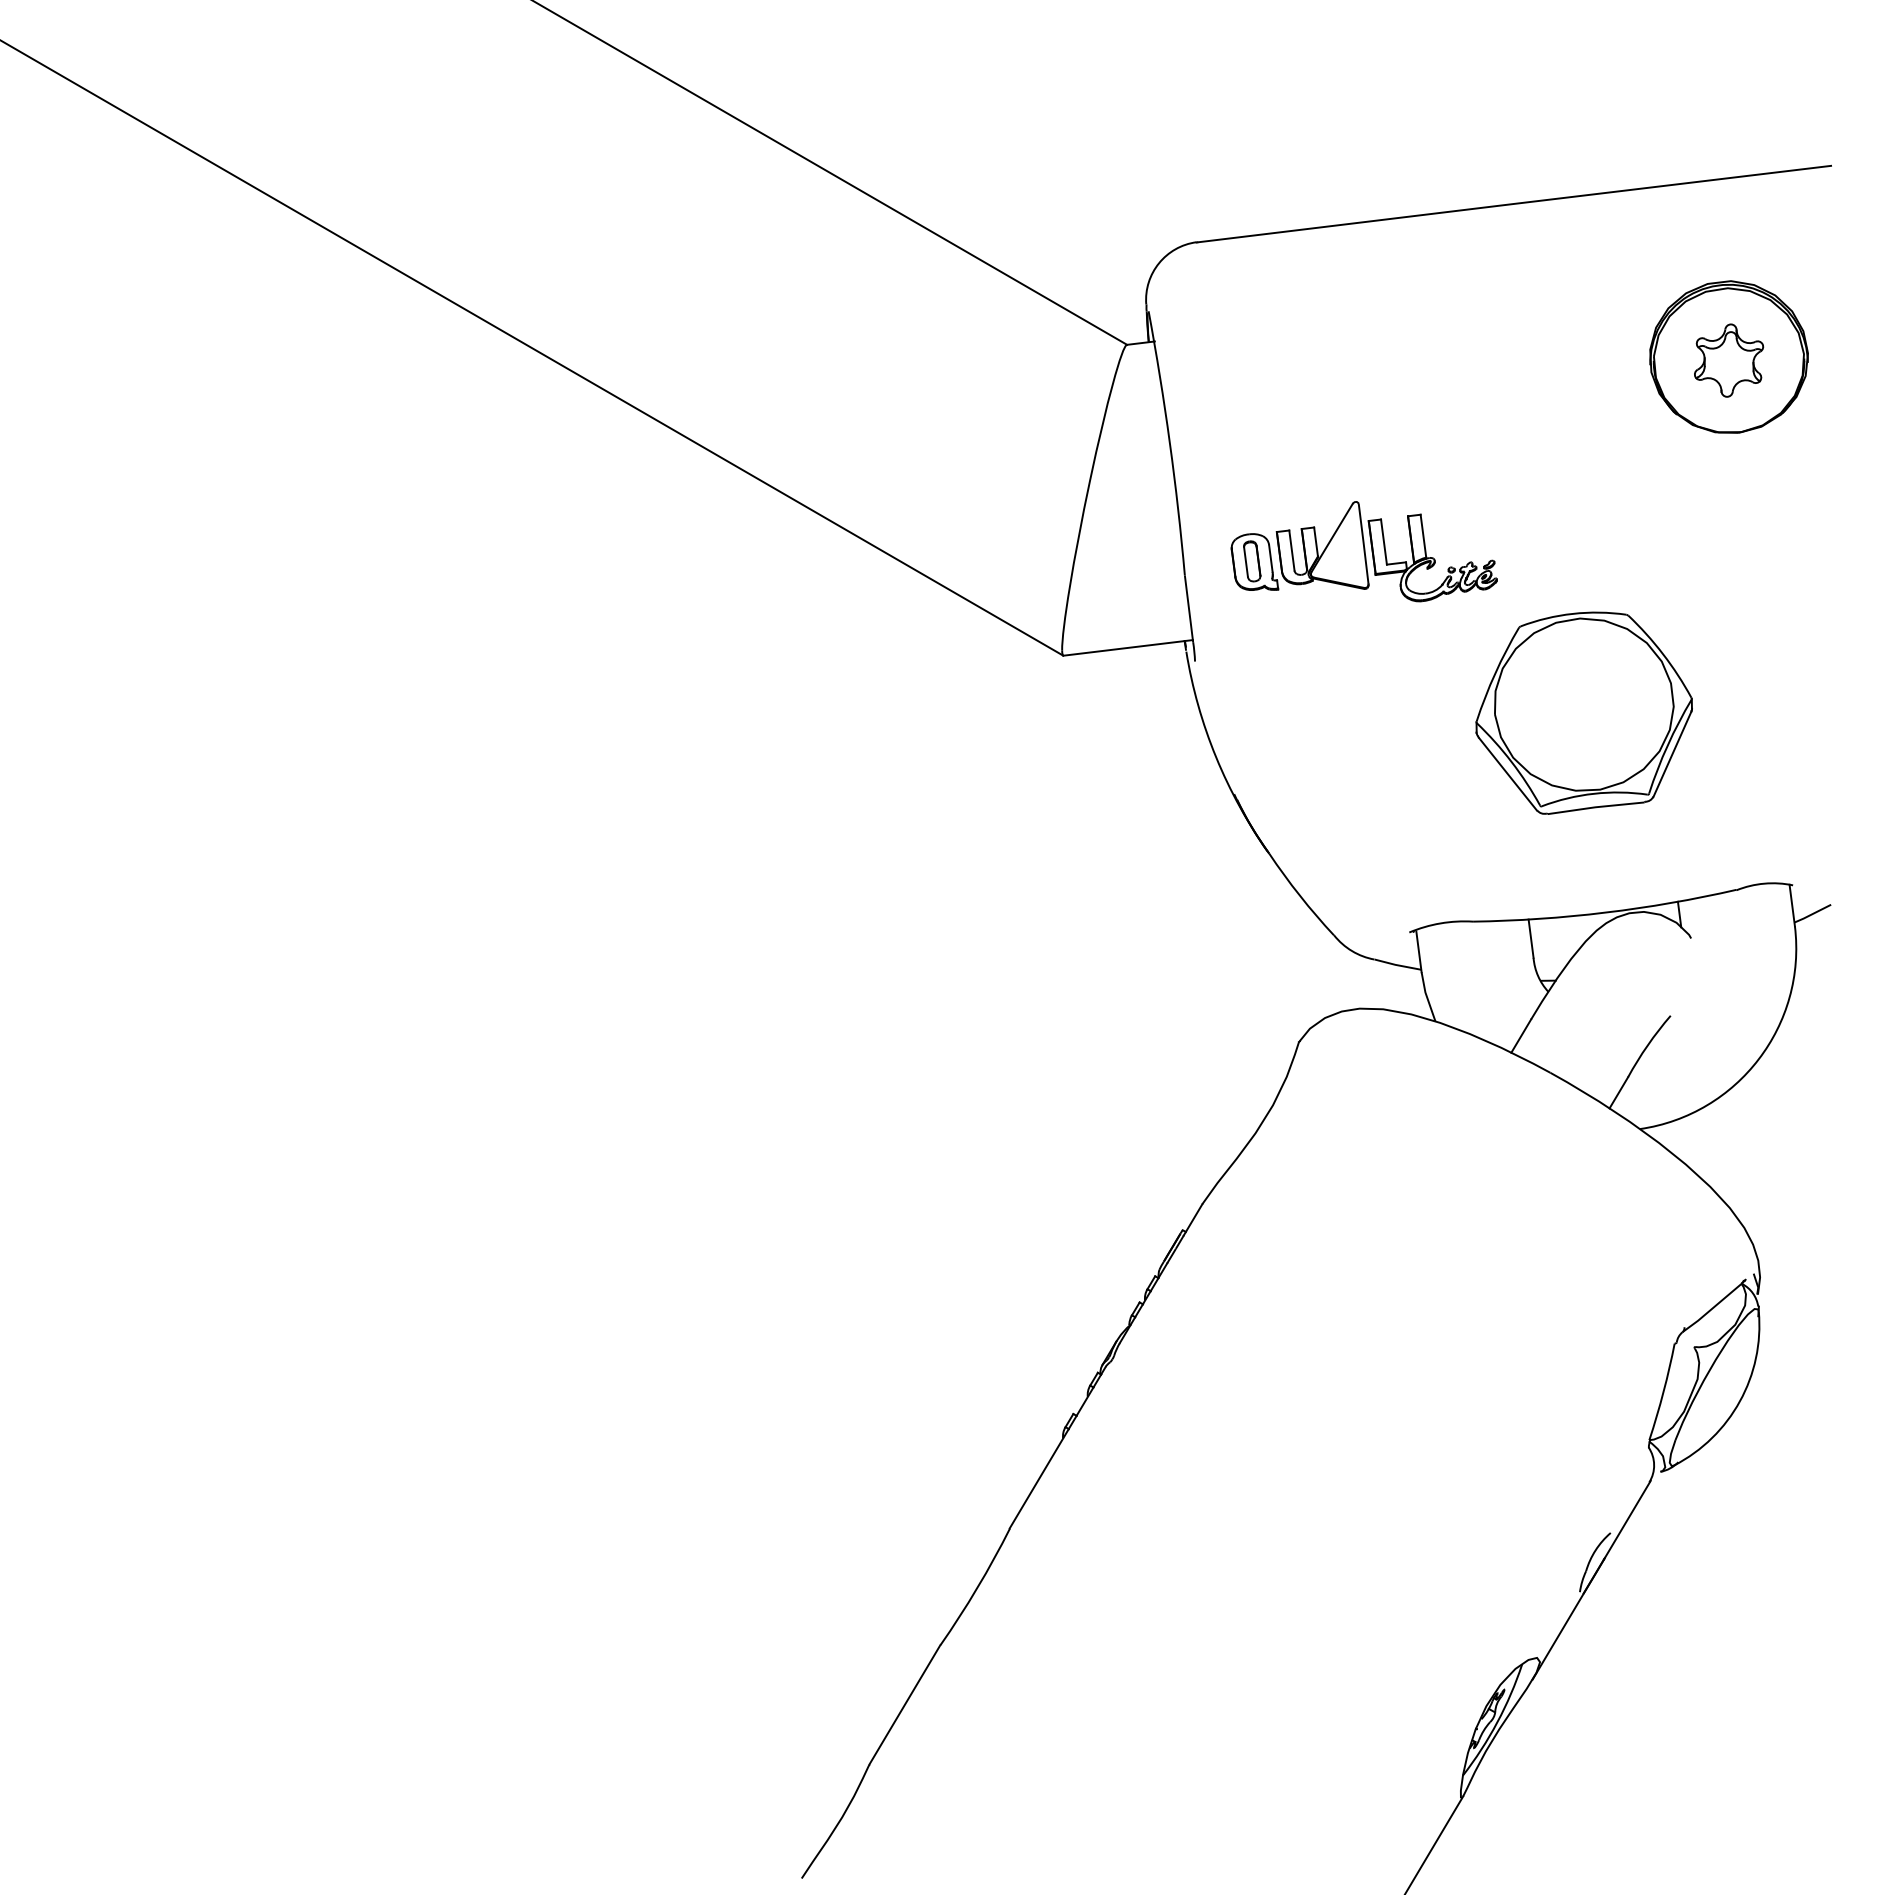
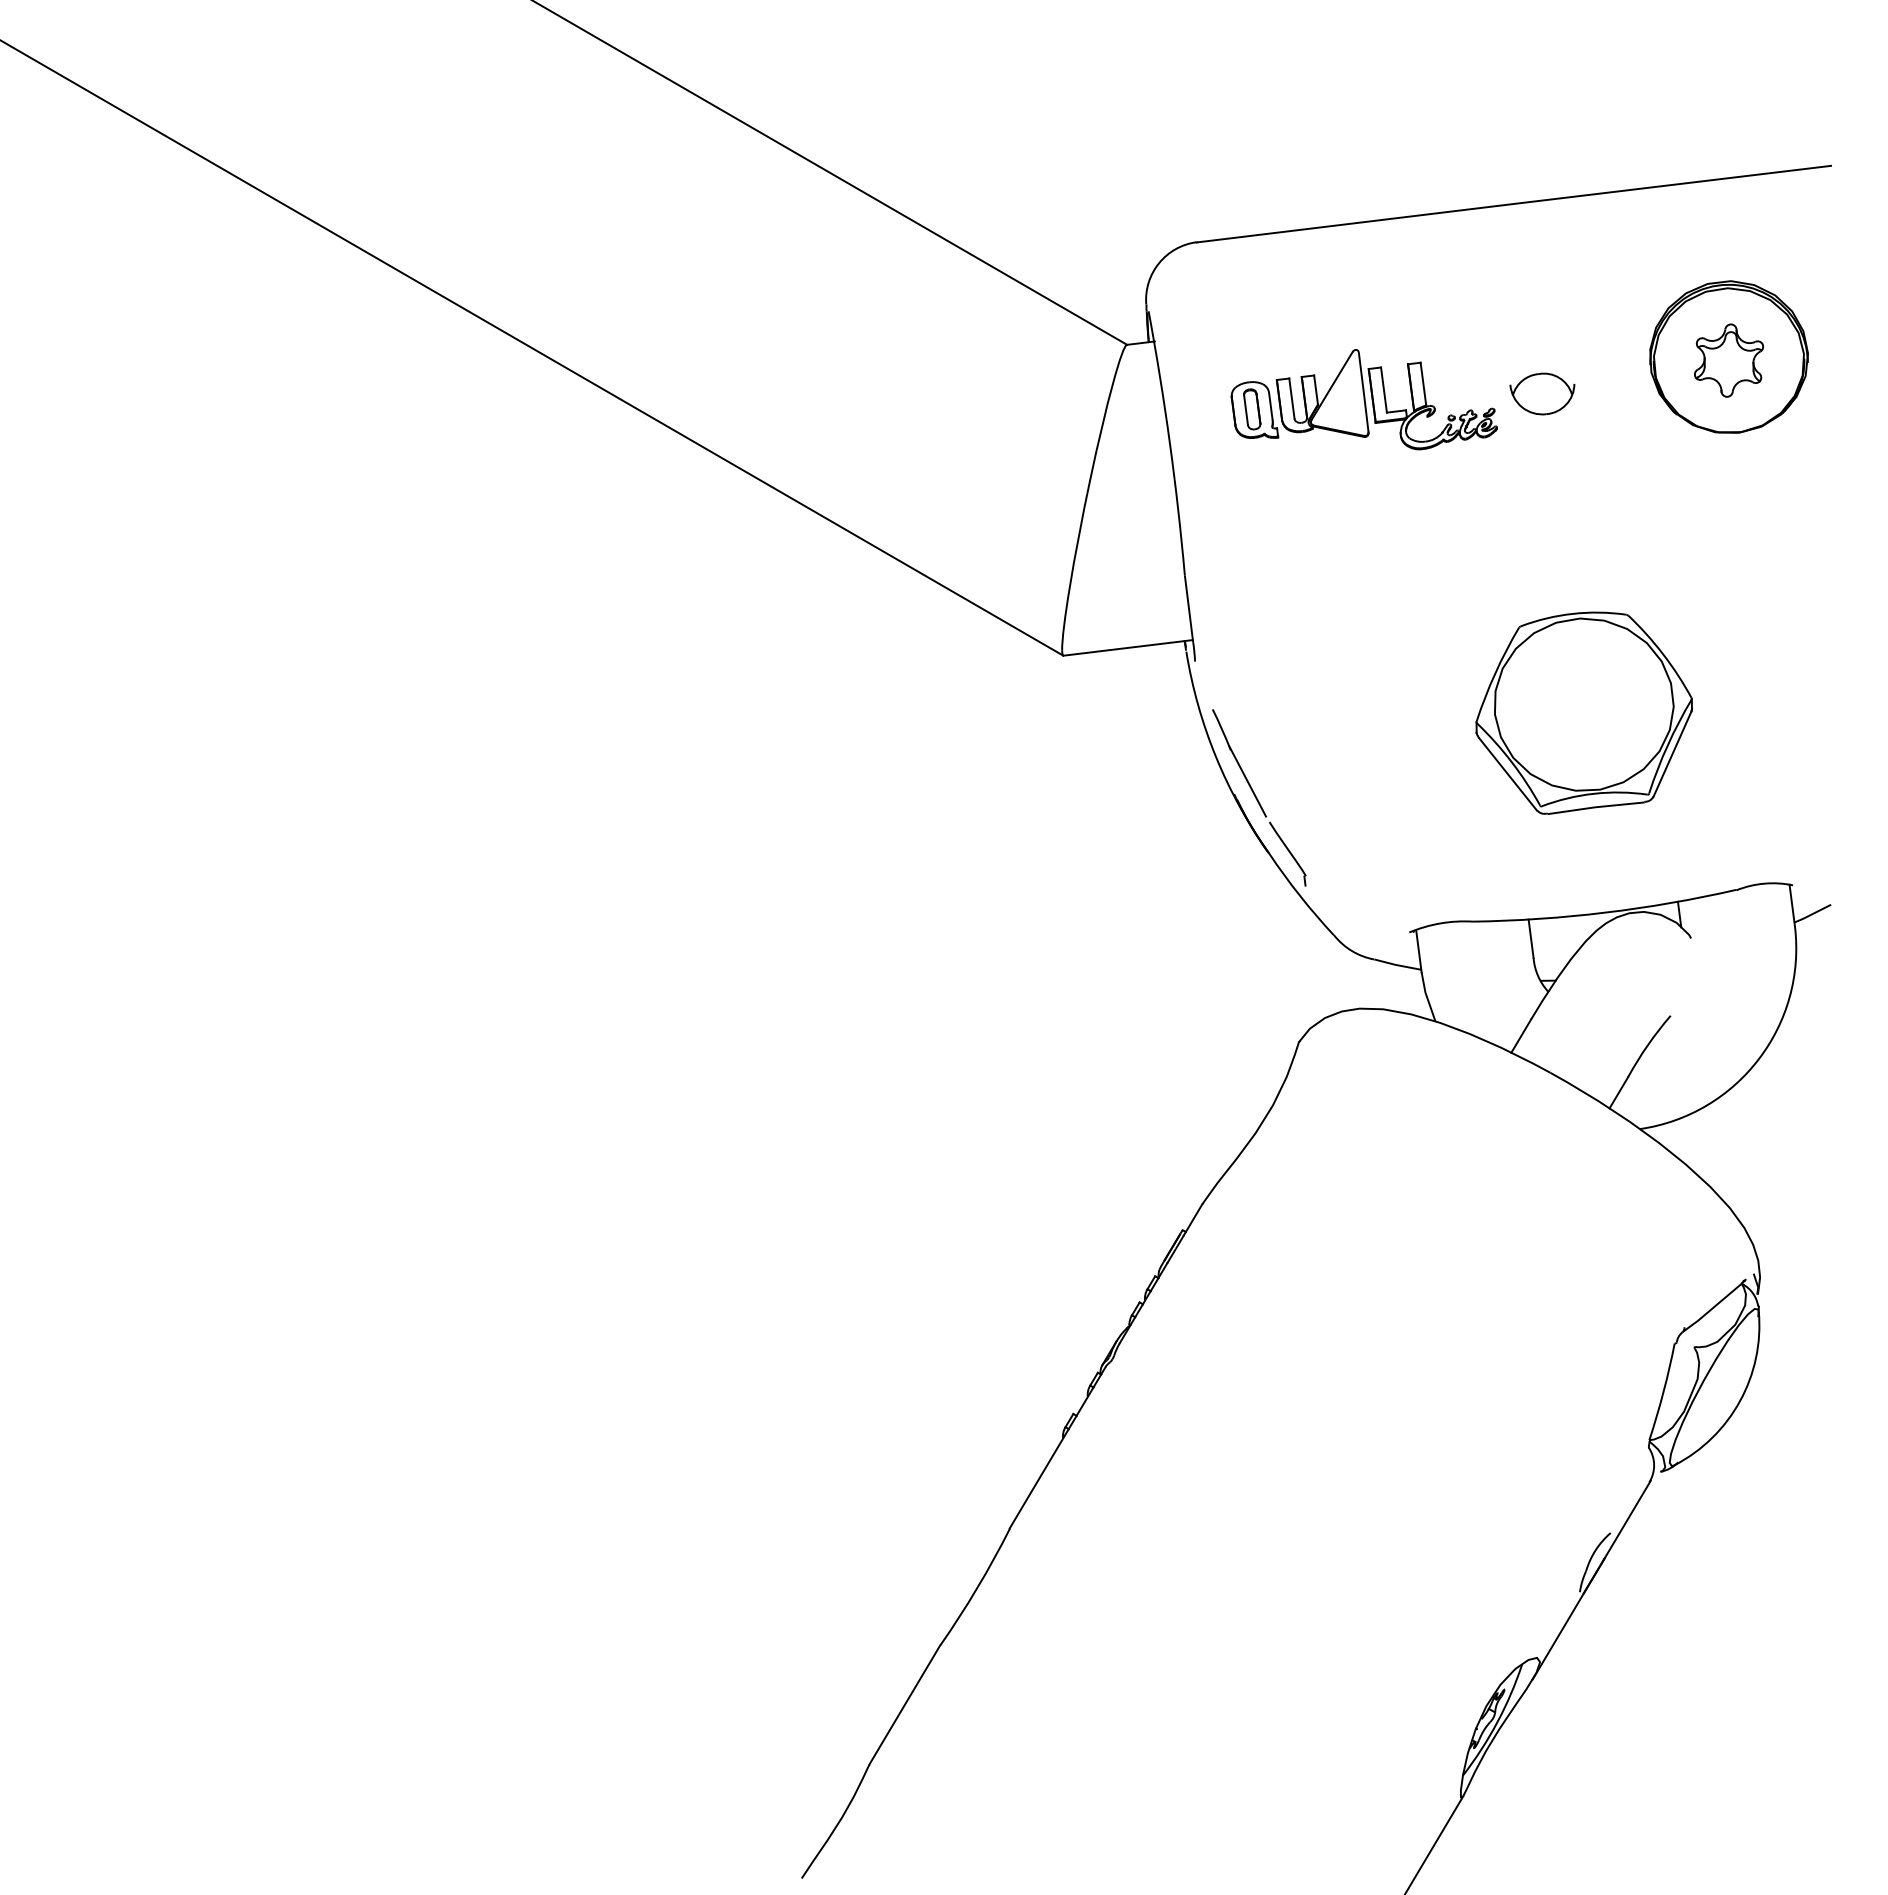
part at (1542, 393): none -> present
part at (1363, 551) position: (1363, 551) -> (1363, 399)
part at (1259, 797): none -> present
